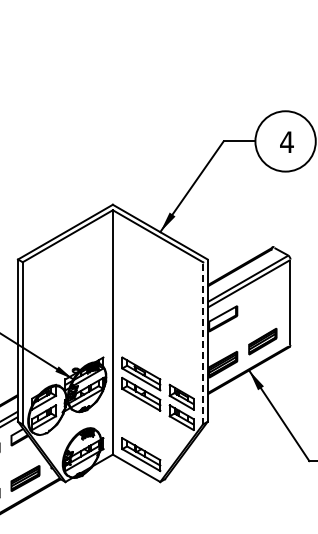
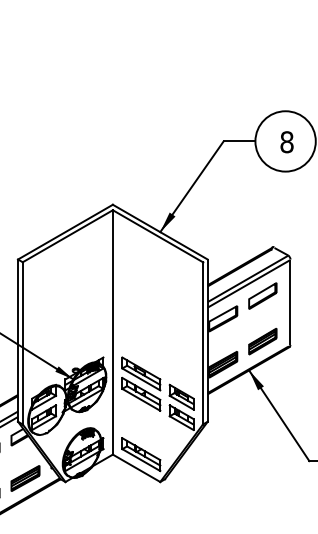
text at (286, 142): 4 -> 8
part at (262, 295): none -> present
line at (202, 342): dashed -> solid
